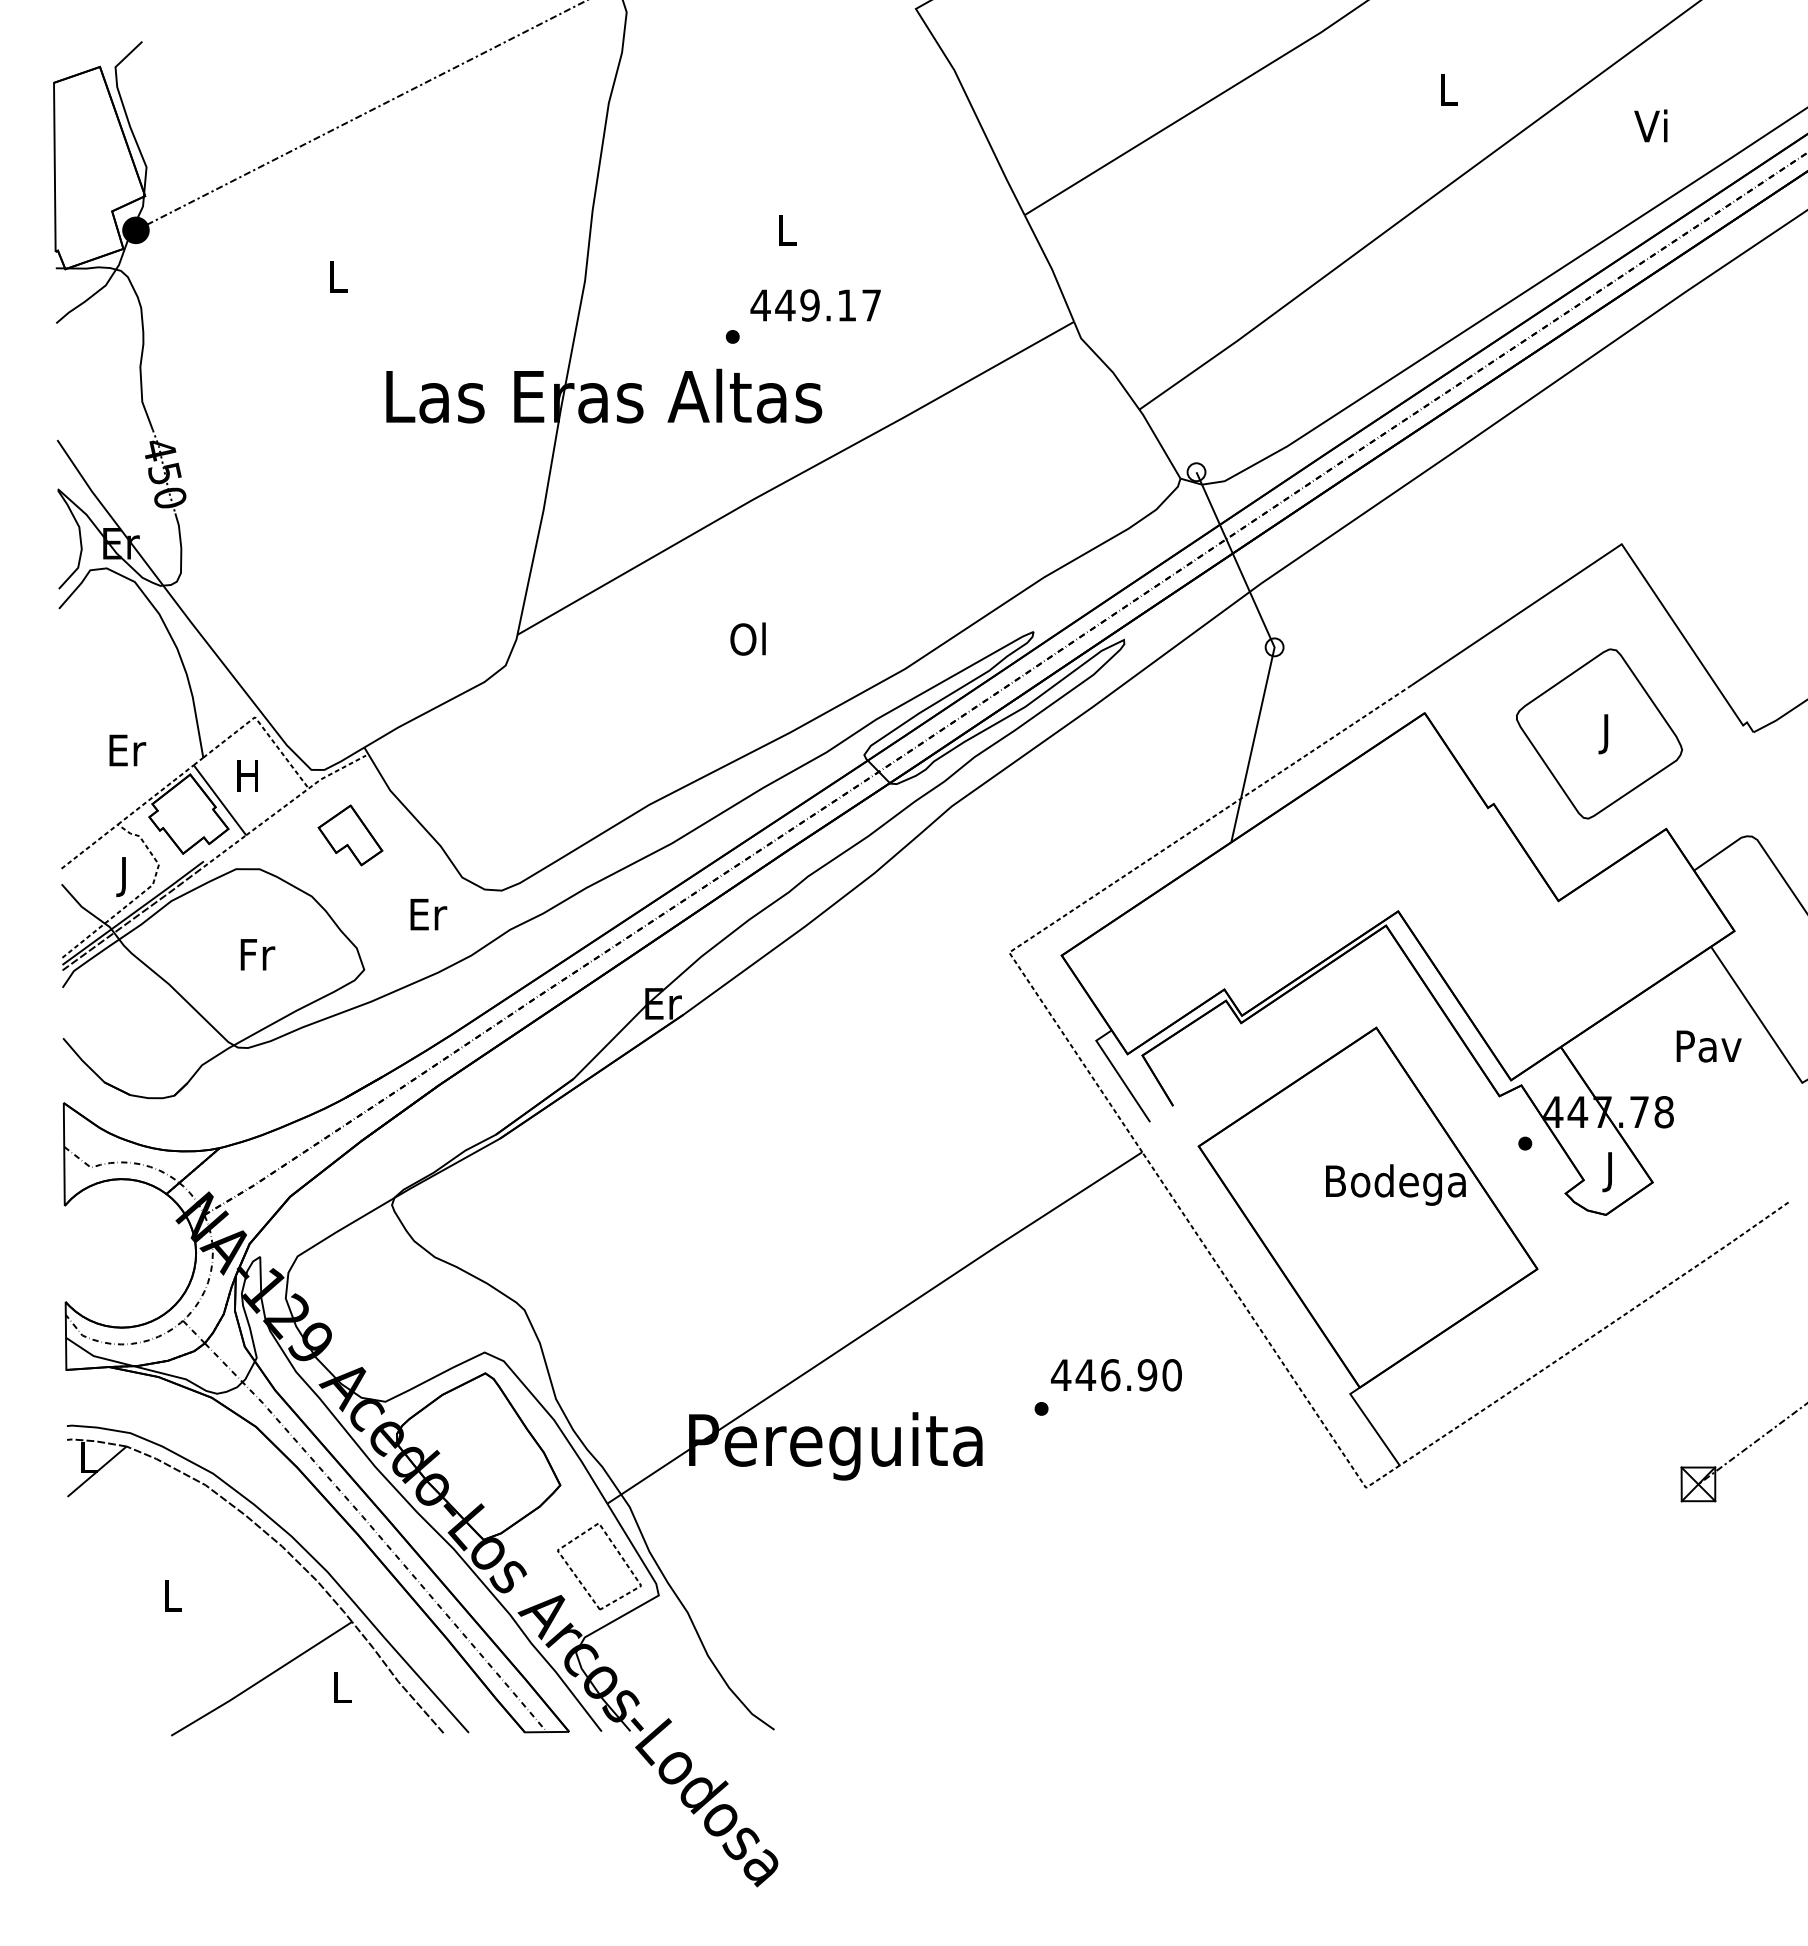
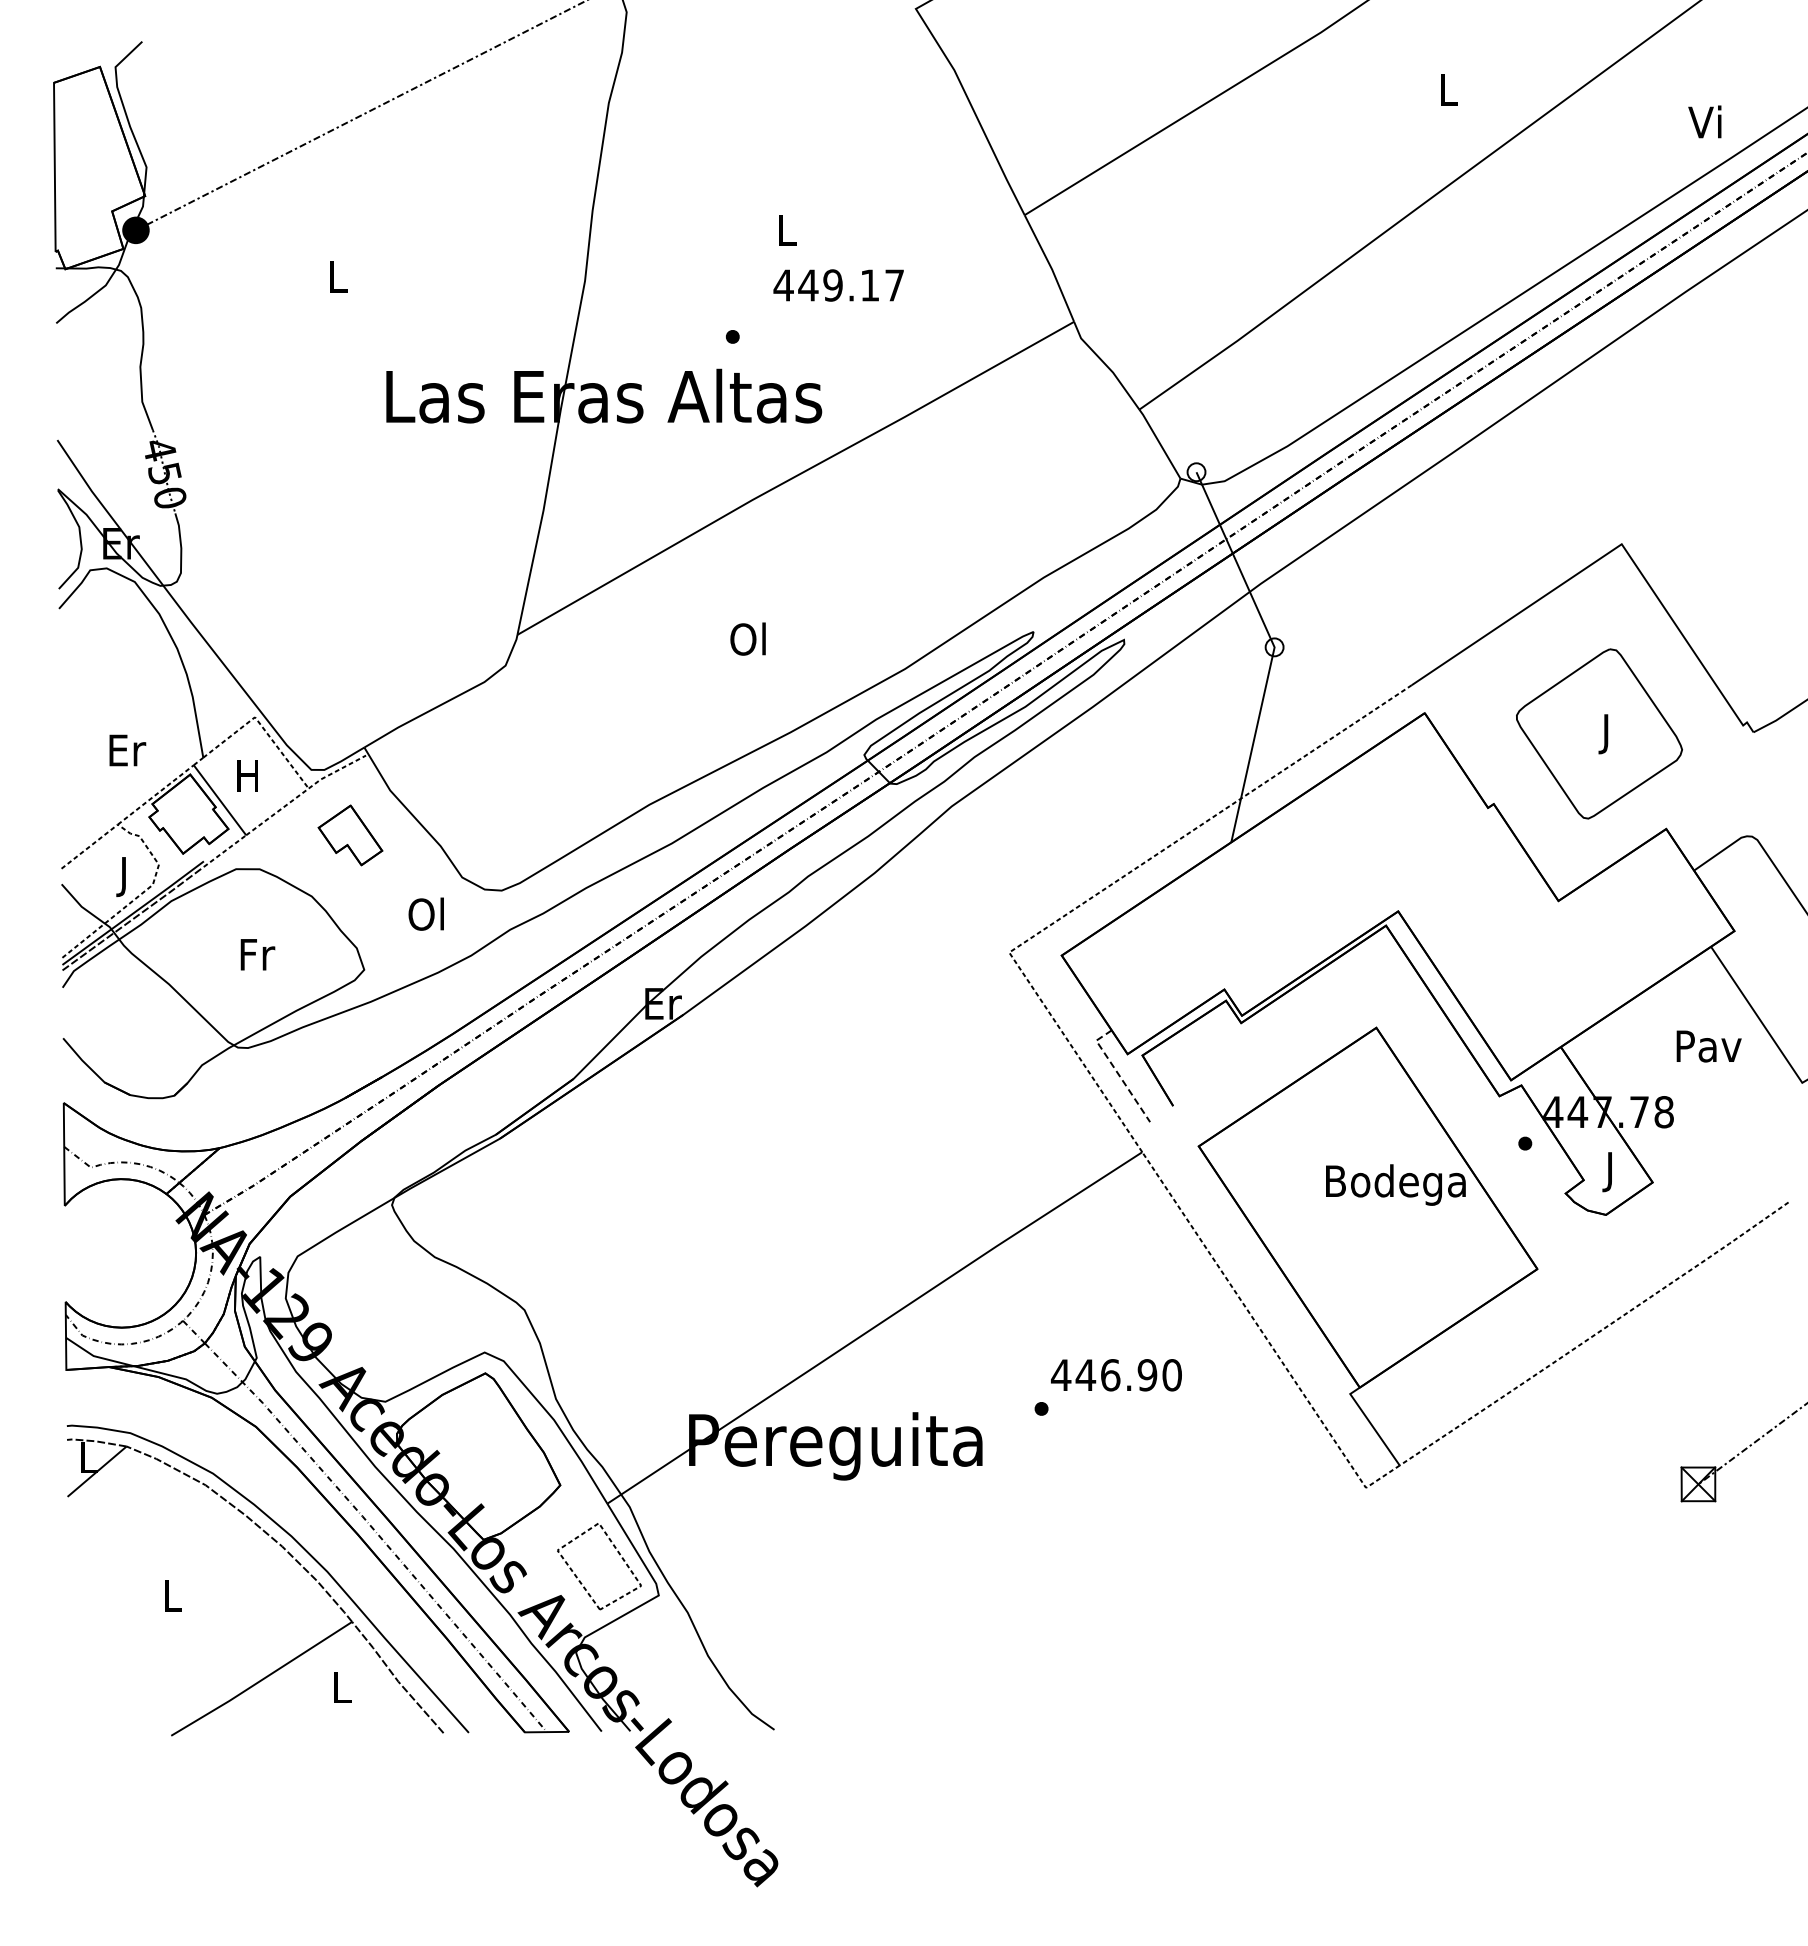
text at (1650, 125) position: (1650, 125) -> (1704, 121)
text at (815, 305) position: (815, 305) -> (838, 285)
text at (427, 913): Er -> Ol
line at (1117, 1073): solid -> dashed
